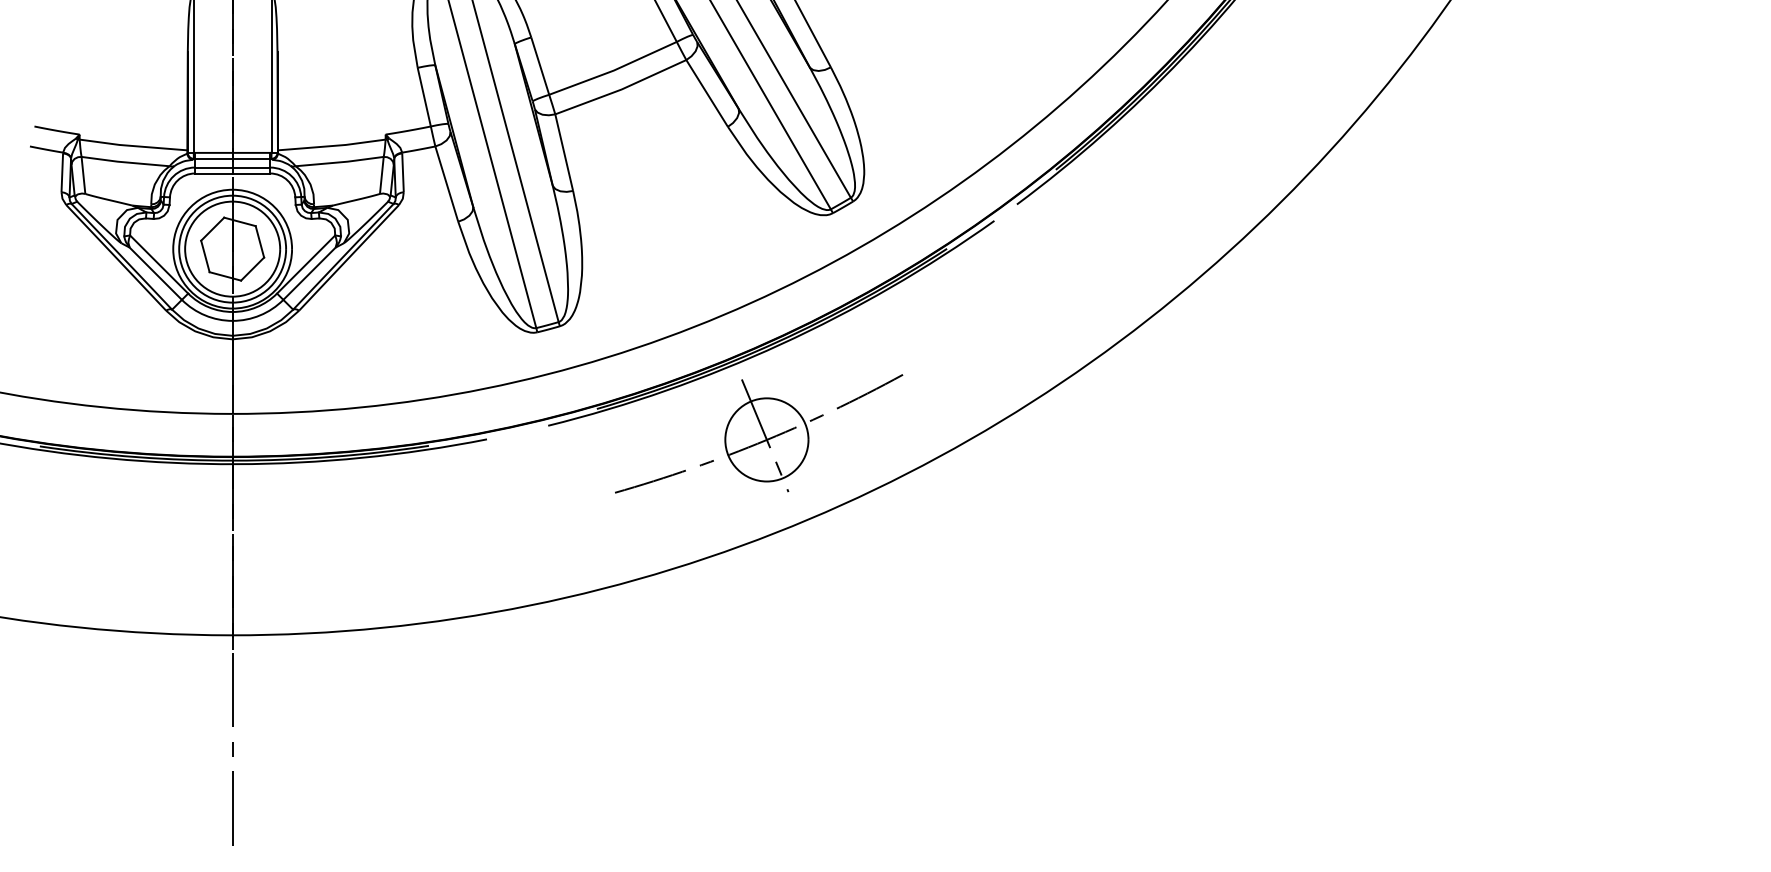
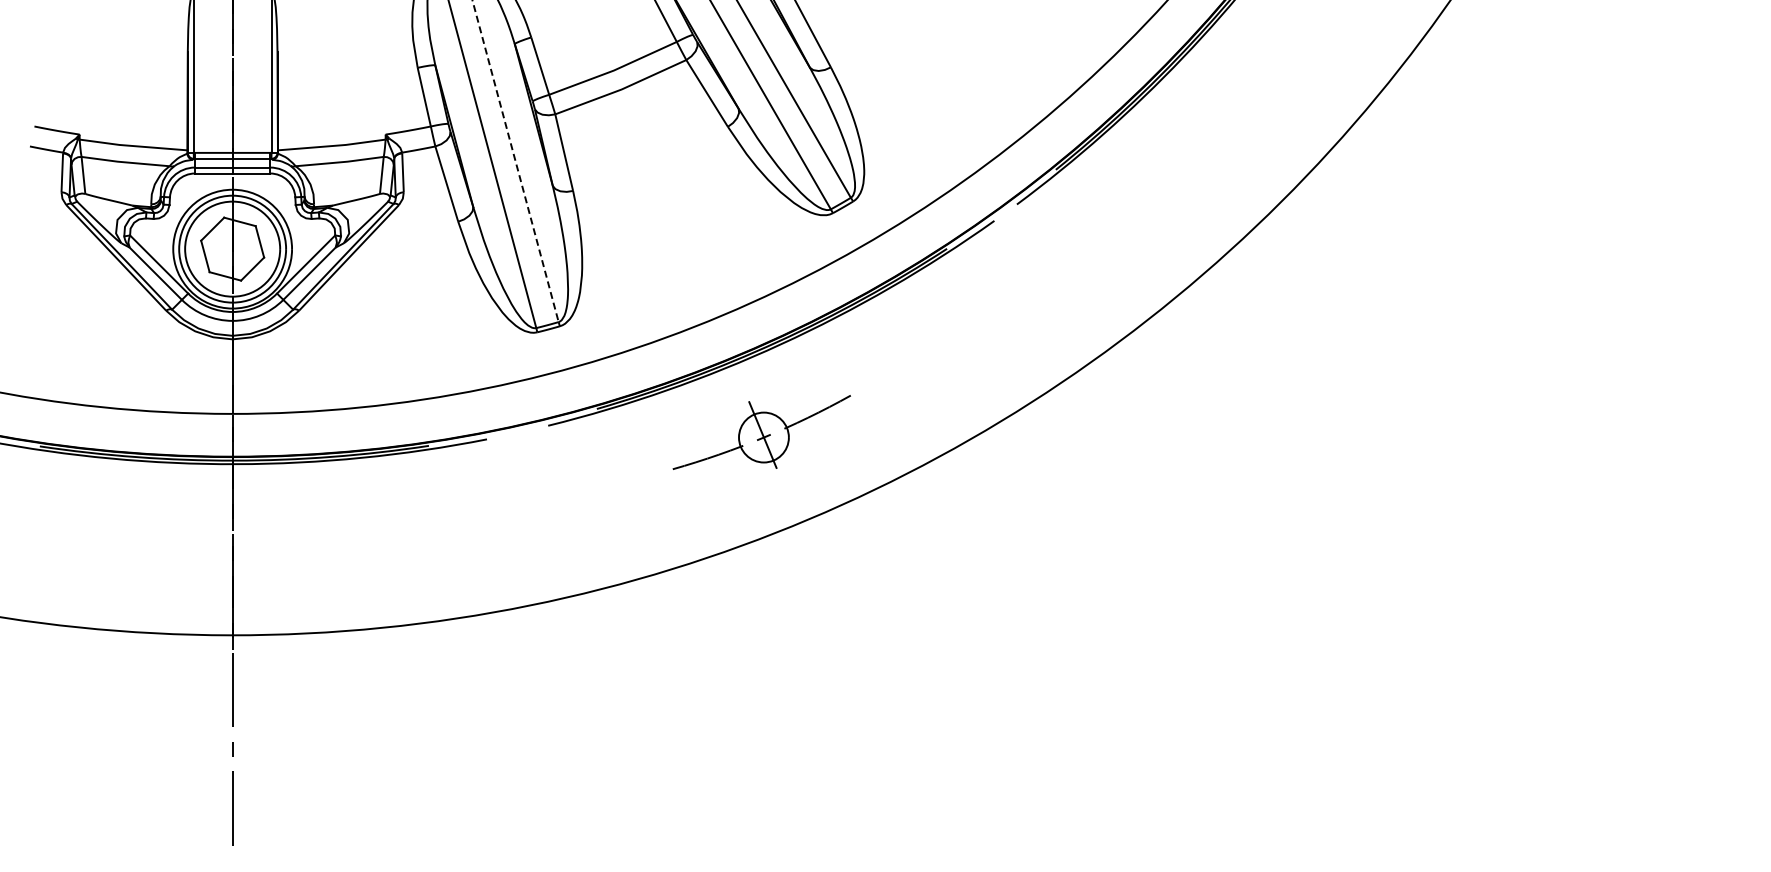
line at (515, 161): solid -> dashed
part at (759, 433) size: 289x120 px -> 179x75 px
